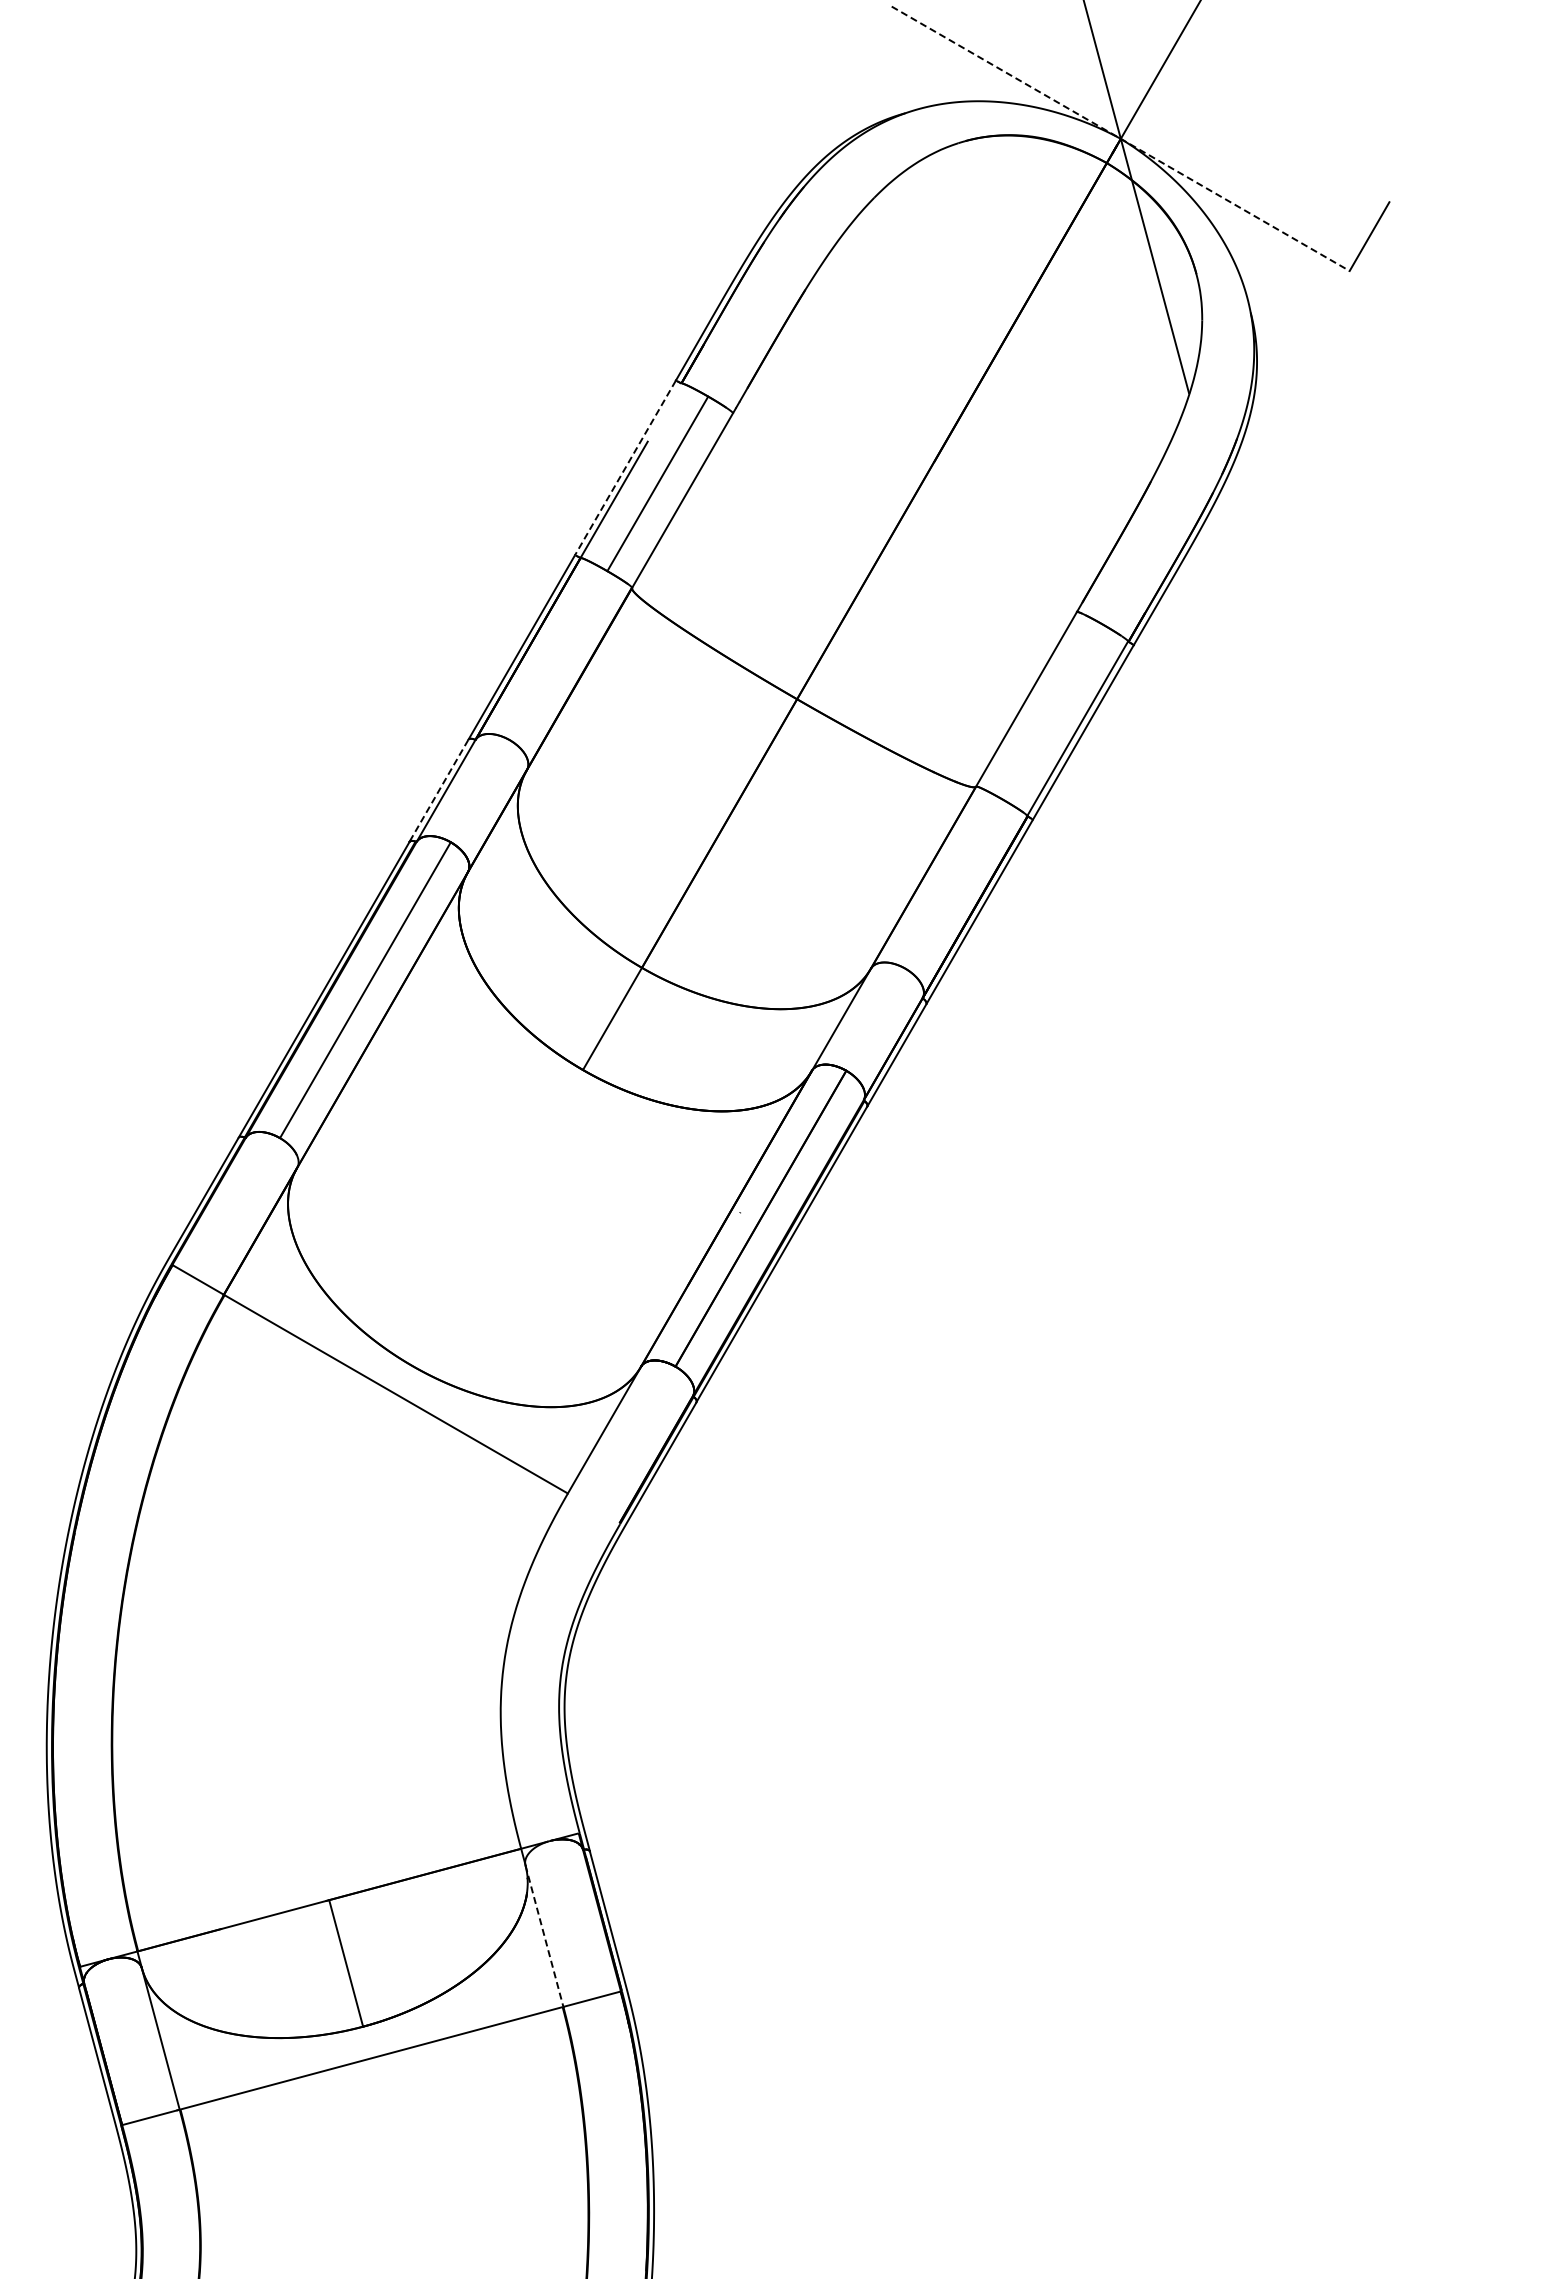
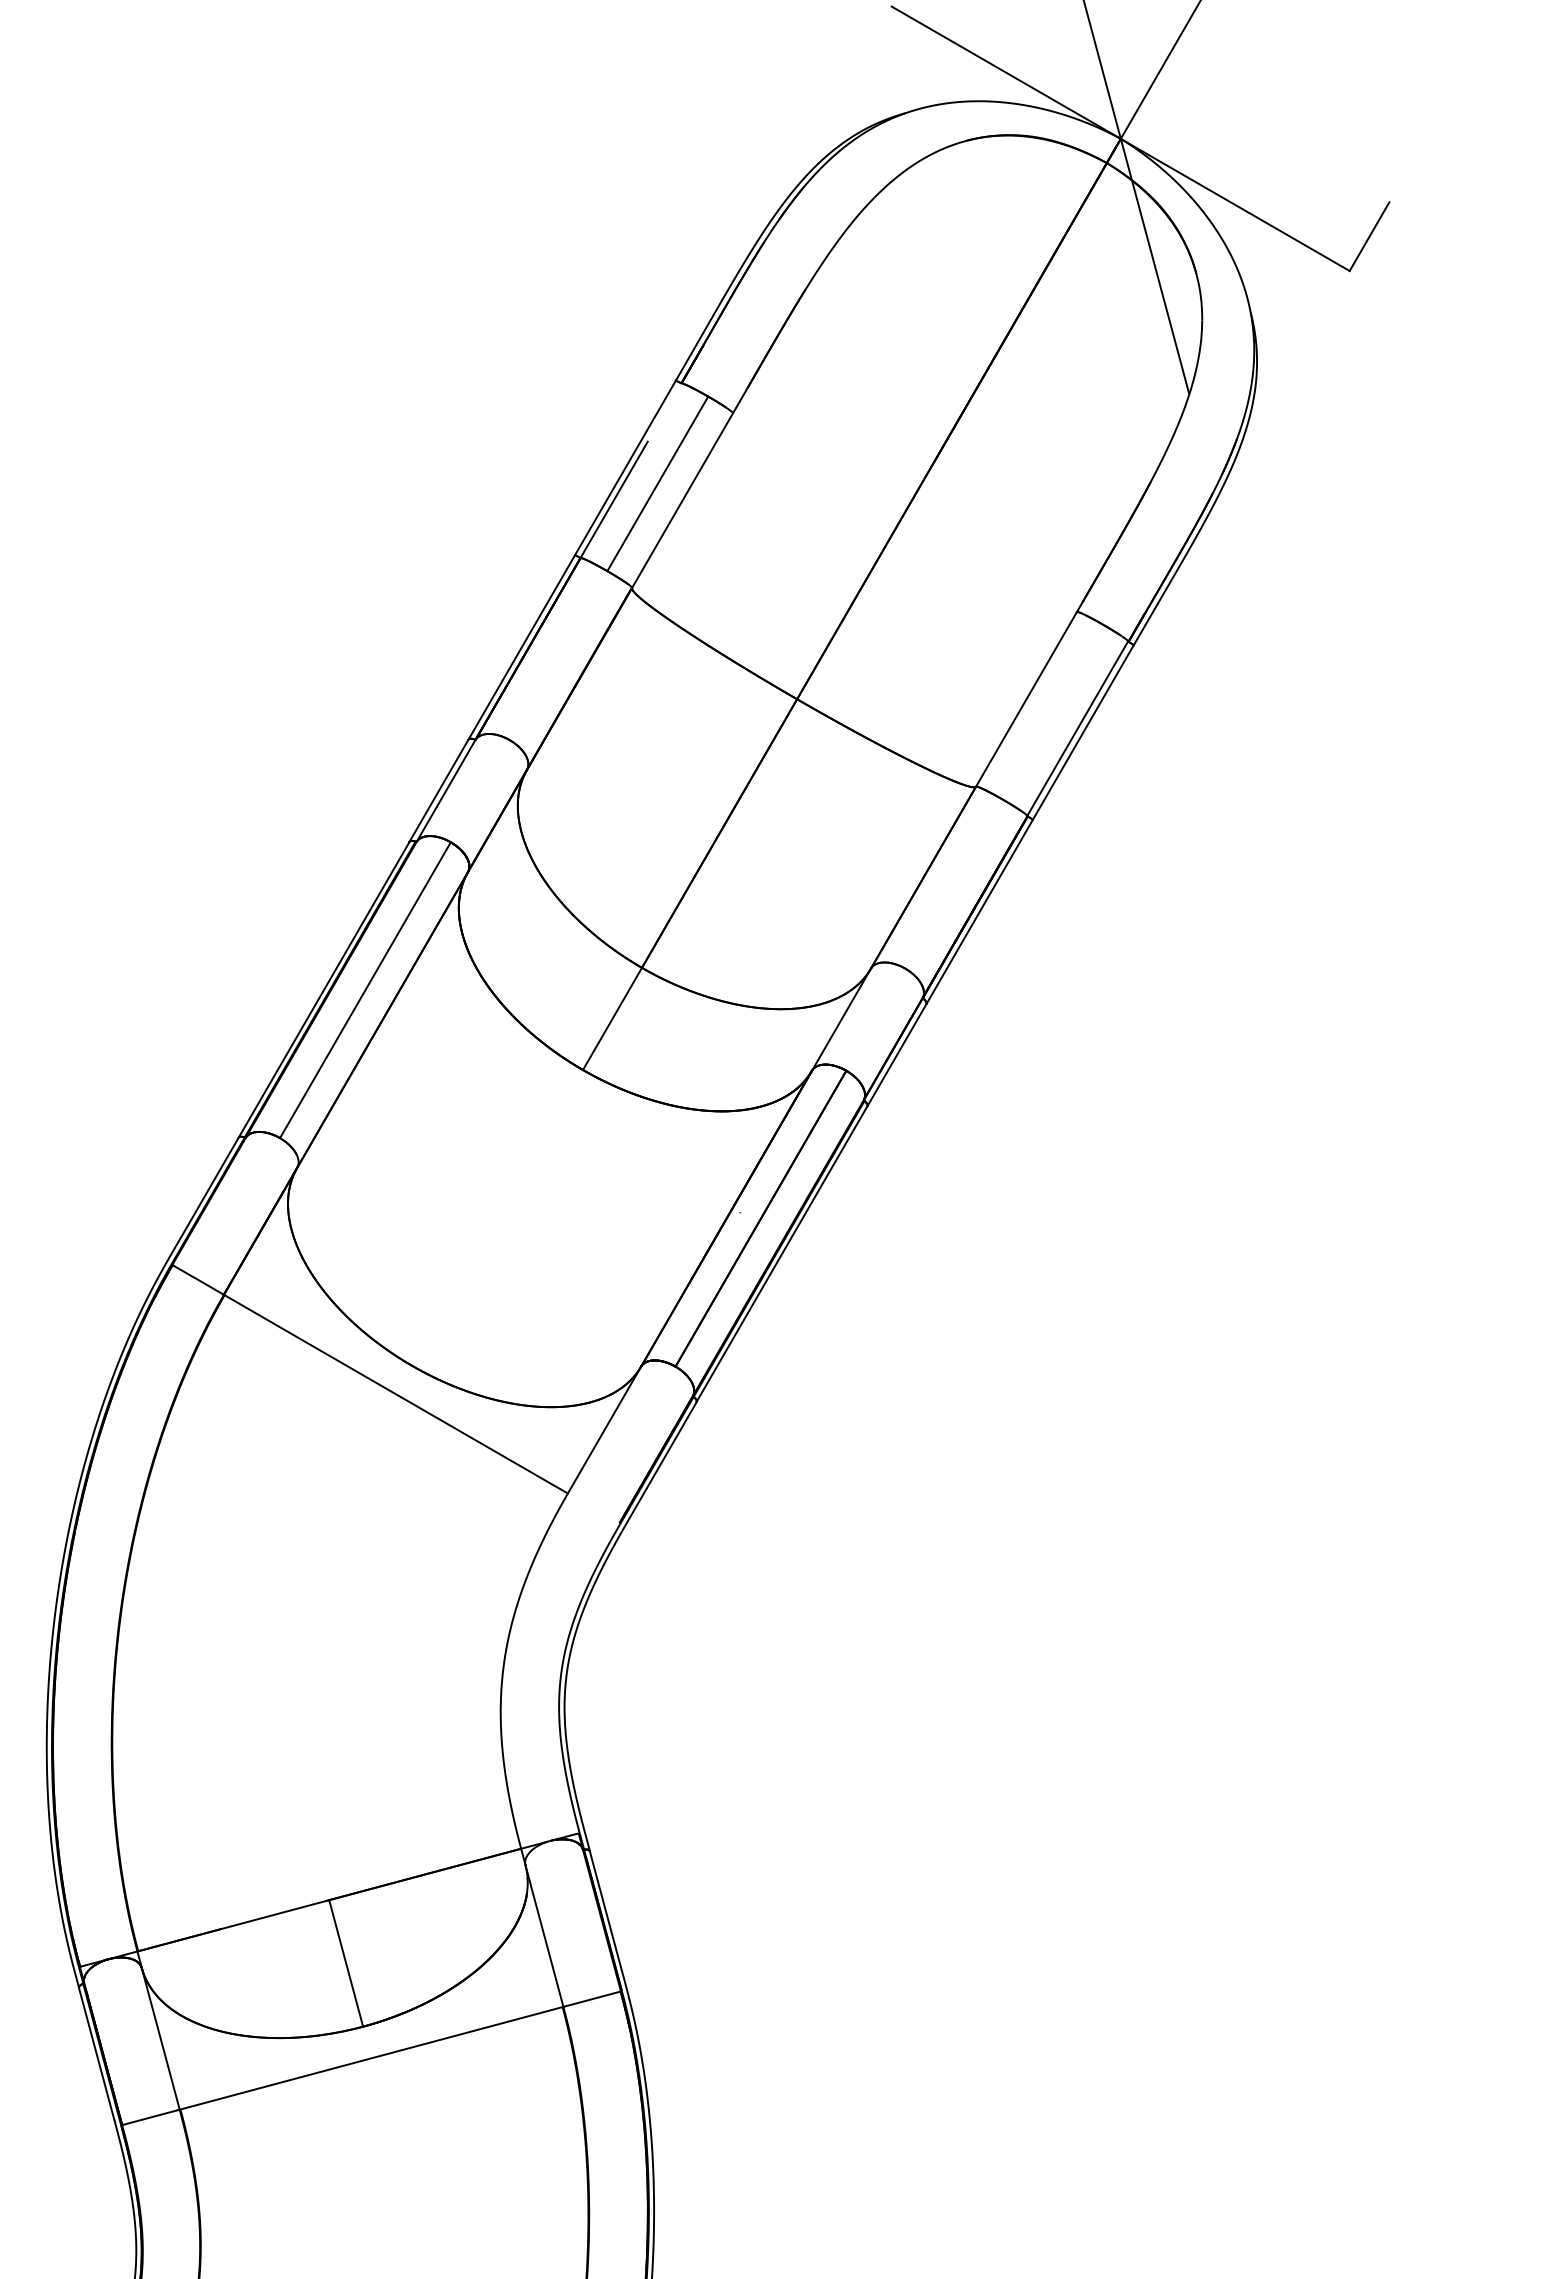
line at (1121, 139): dashed -> solid
line at (625, 468): dashed -> solid
line at (438, 791): dashed -> solid
line at (544, 1936): dashed -> solid
